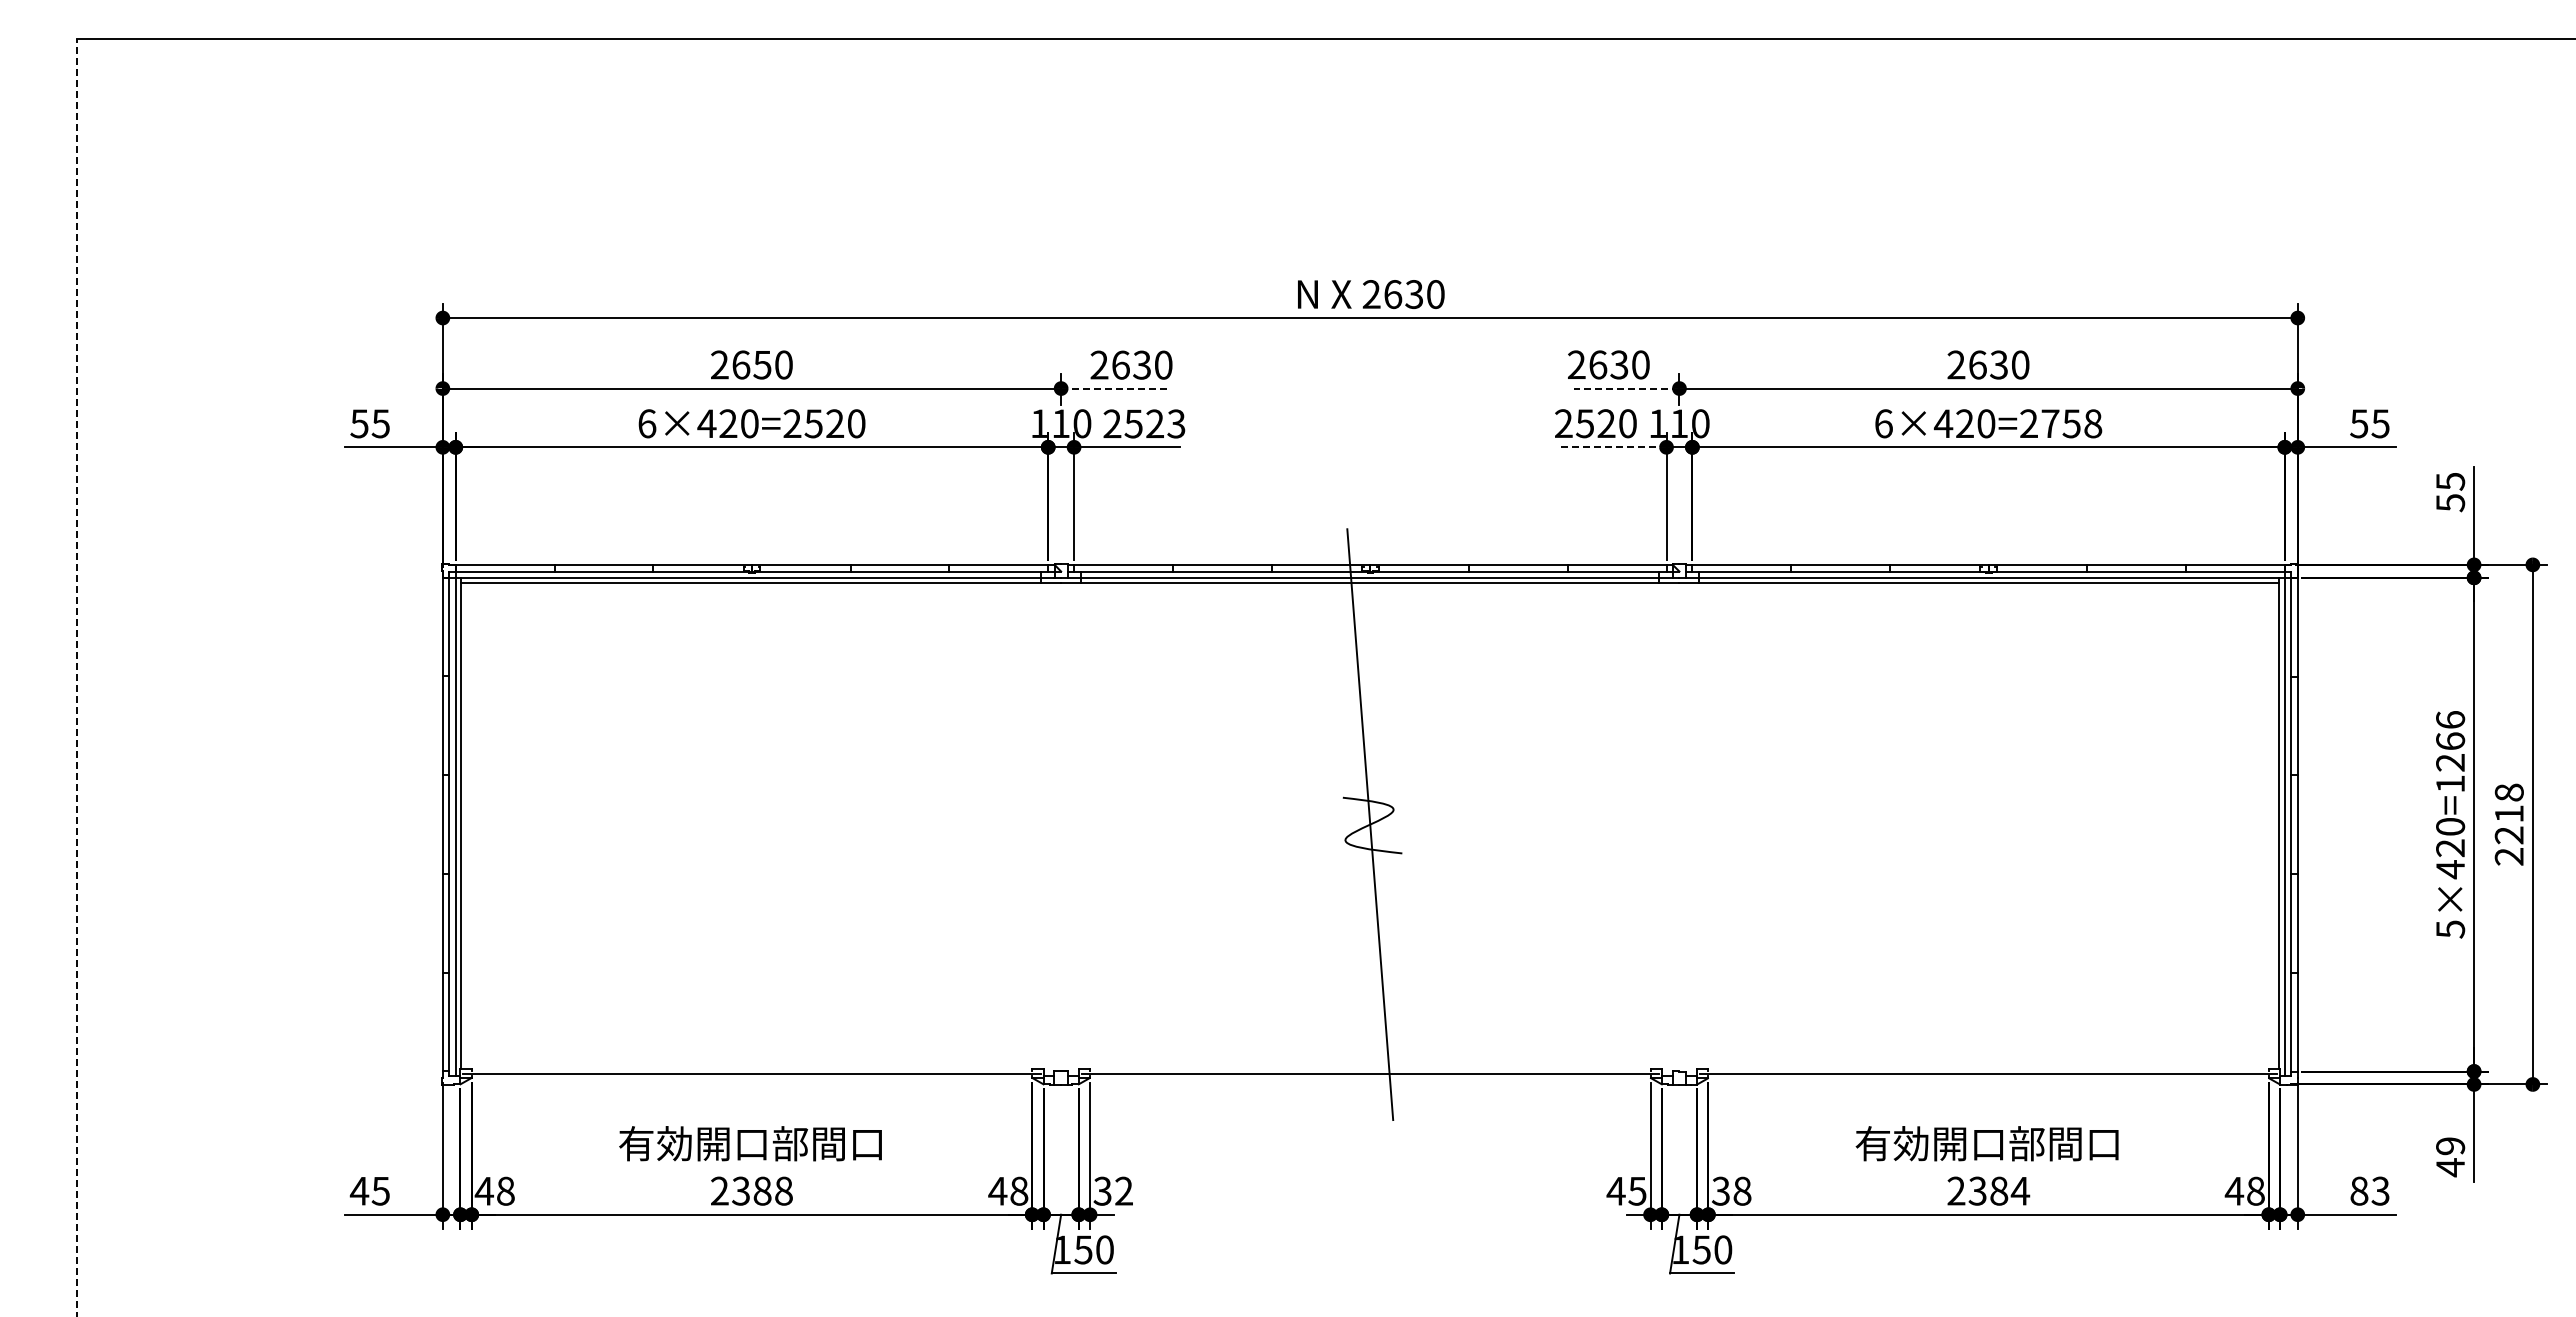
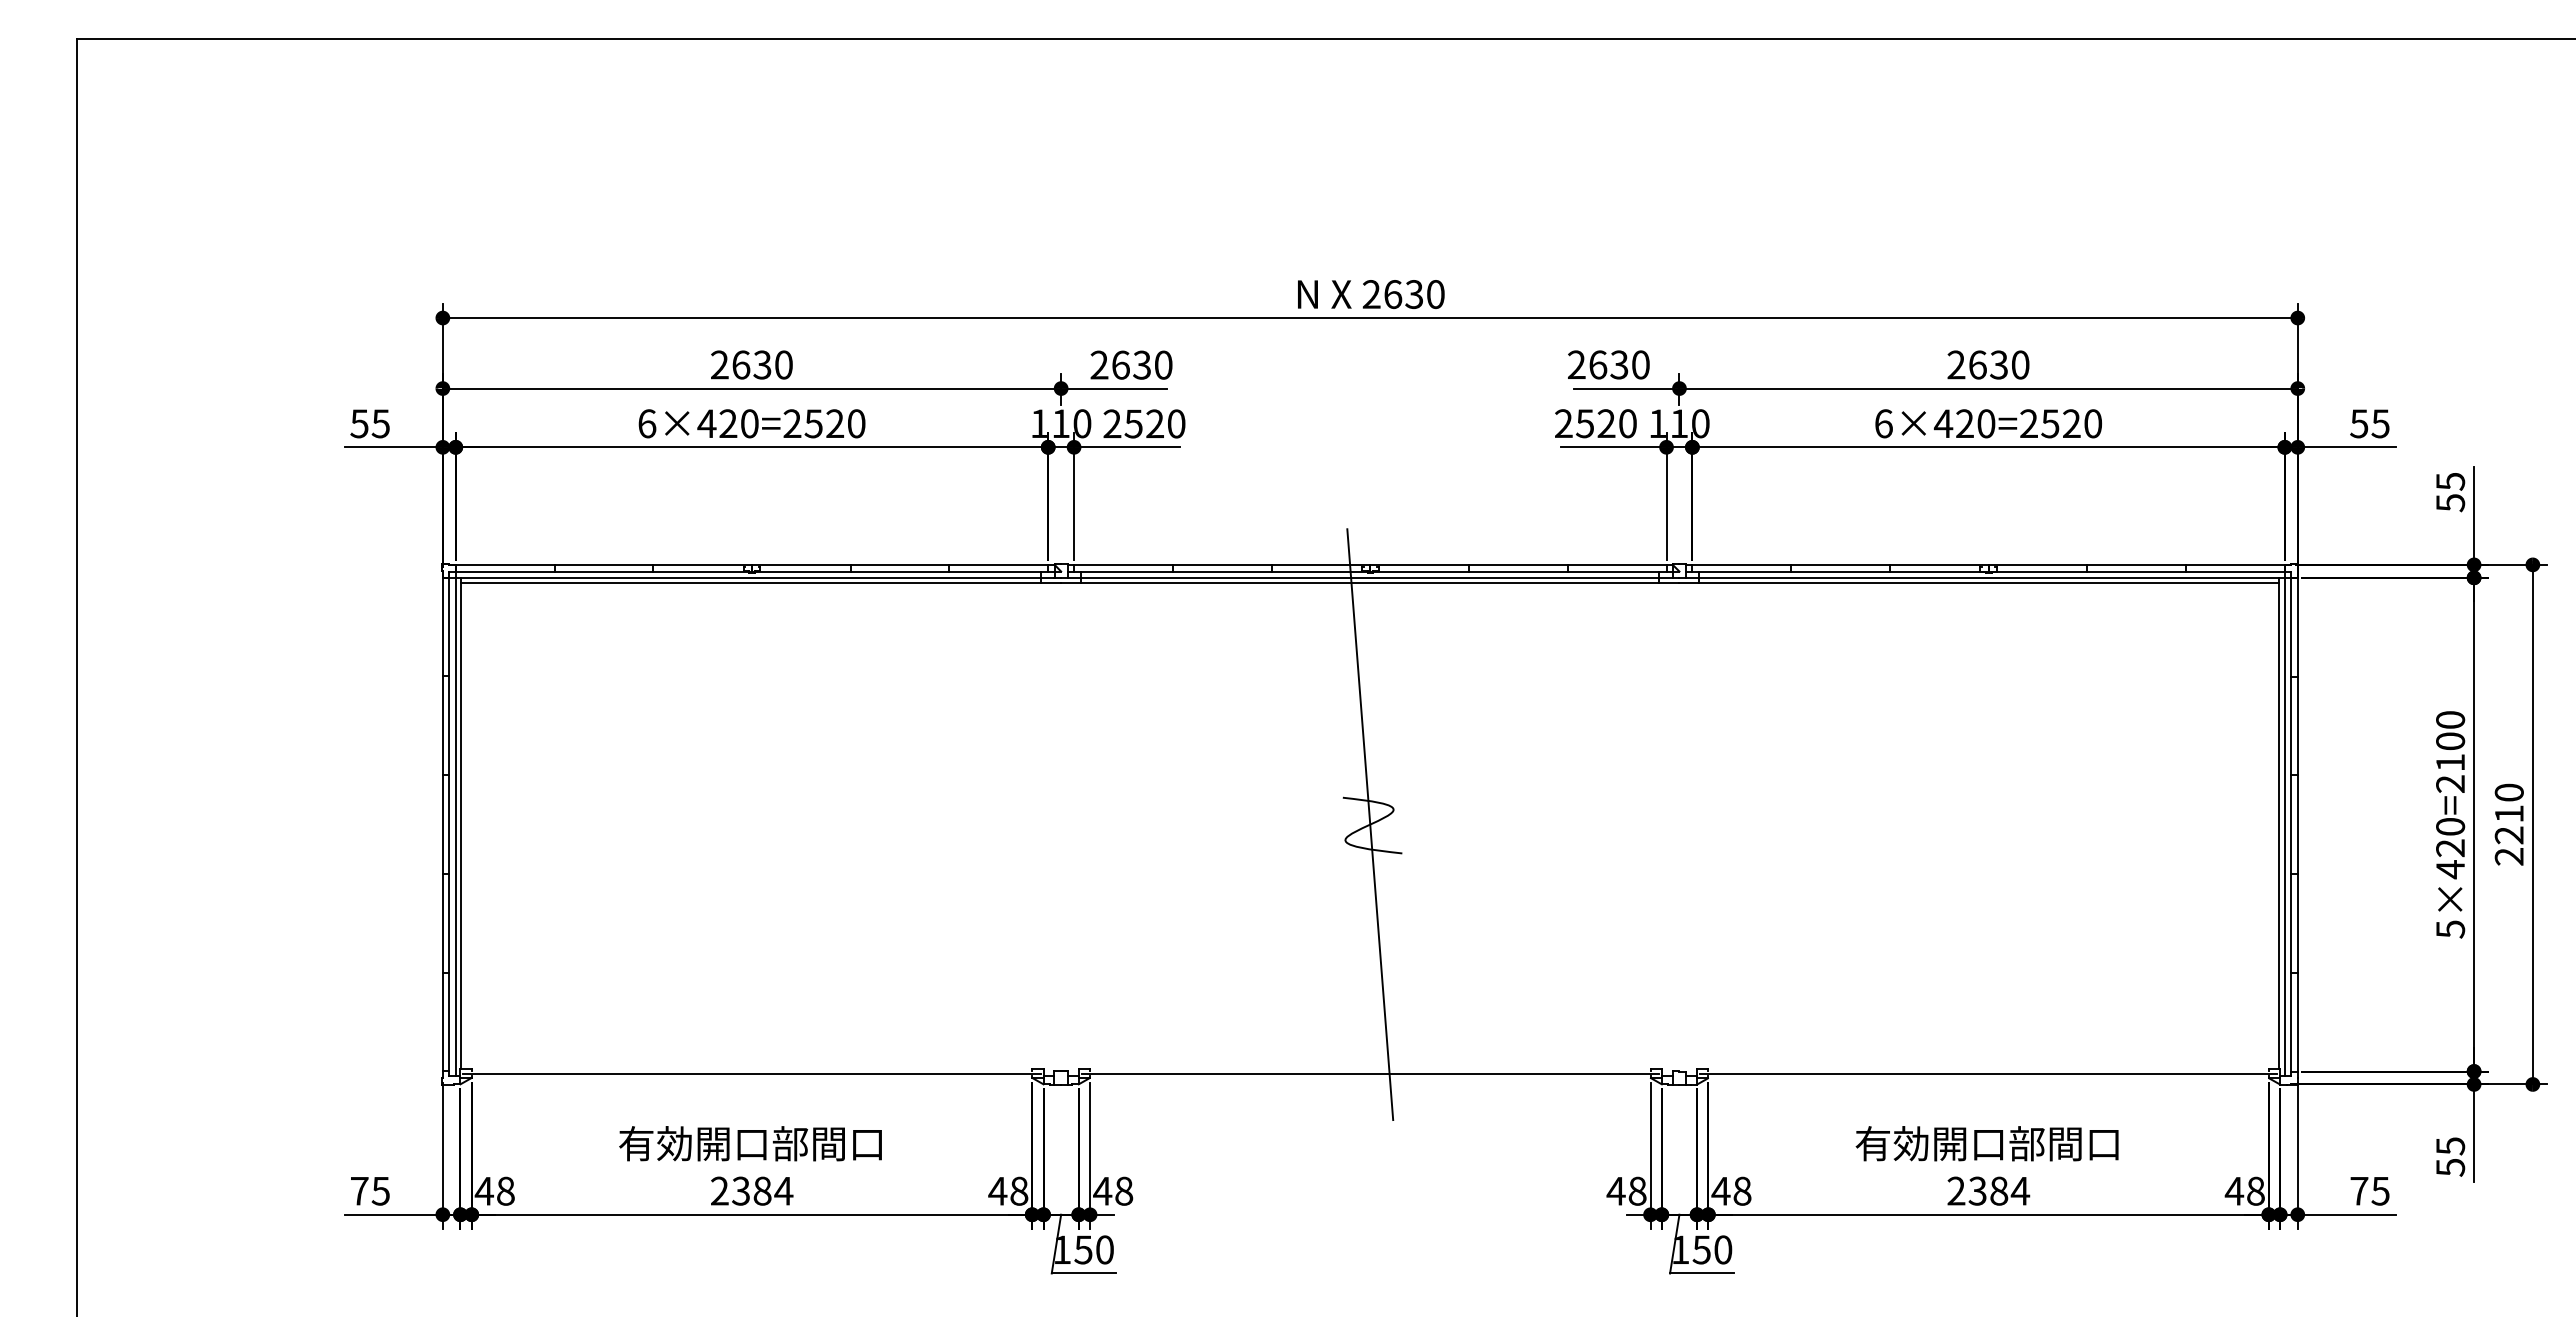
text at (762, 364): 2650 -> 2630
line at (1114, 388): dashed -> solid
line at (1626, 388): dashed -> solid
text at (1176, 423): 2523 -> 2520
text at (2071, 423): 6×420=2758 -> 6×420=2520
line at (1613, 447): dashed -> solid
line at (77, 677): dashed -> solid
text at (2450, 751): 5×420=1266 -> 5×420=2100
text at (2509, 792): 2218 -> 2210
text at (2450, 1157): 49 -> 55
text at (783, 1190): 2388 -> 2384
text at (1113, 1190): 32 -> 48
text at (1637, 1190): 45 -> 48
text at (1720, 1190): 38 -> 48
text at (2369, 1190): 83 -> 75
text at (359, 1191): 45 -> 75
